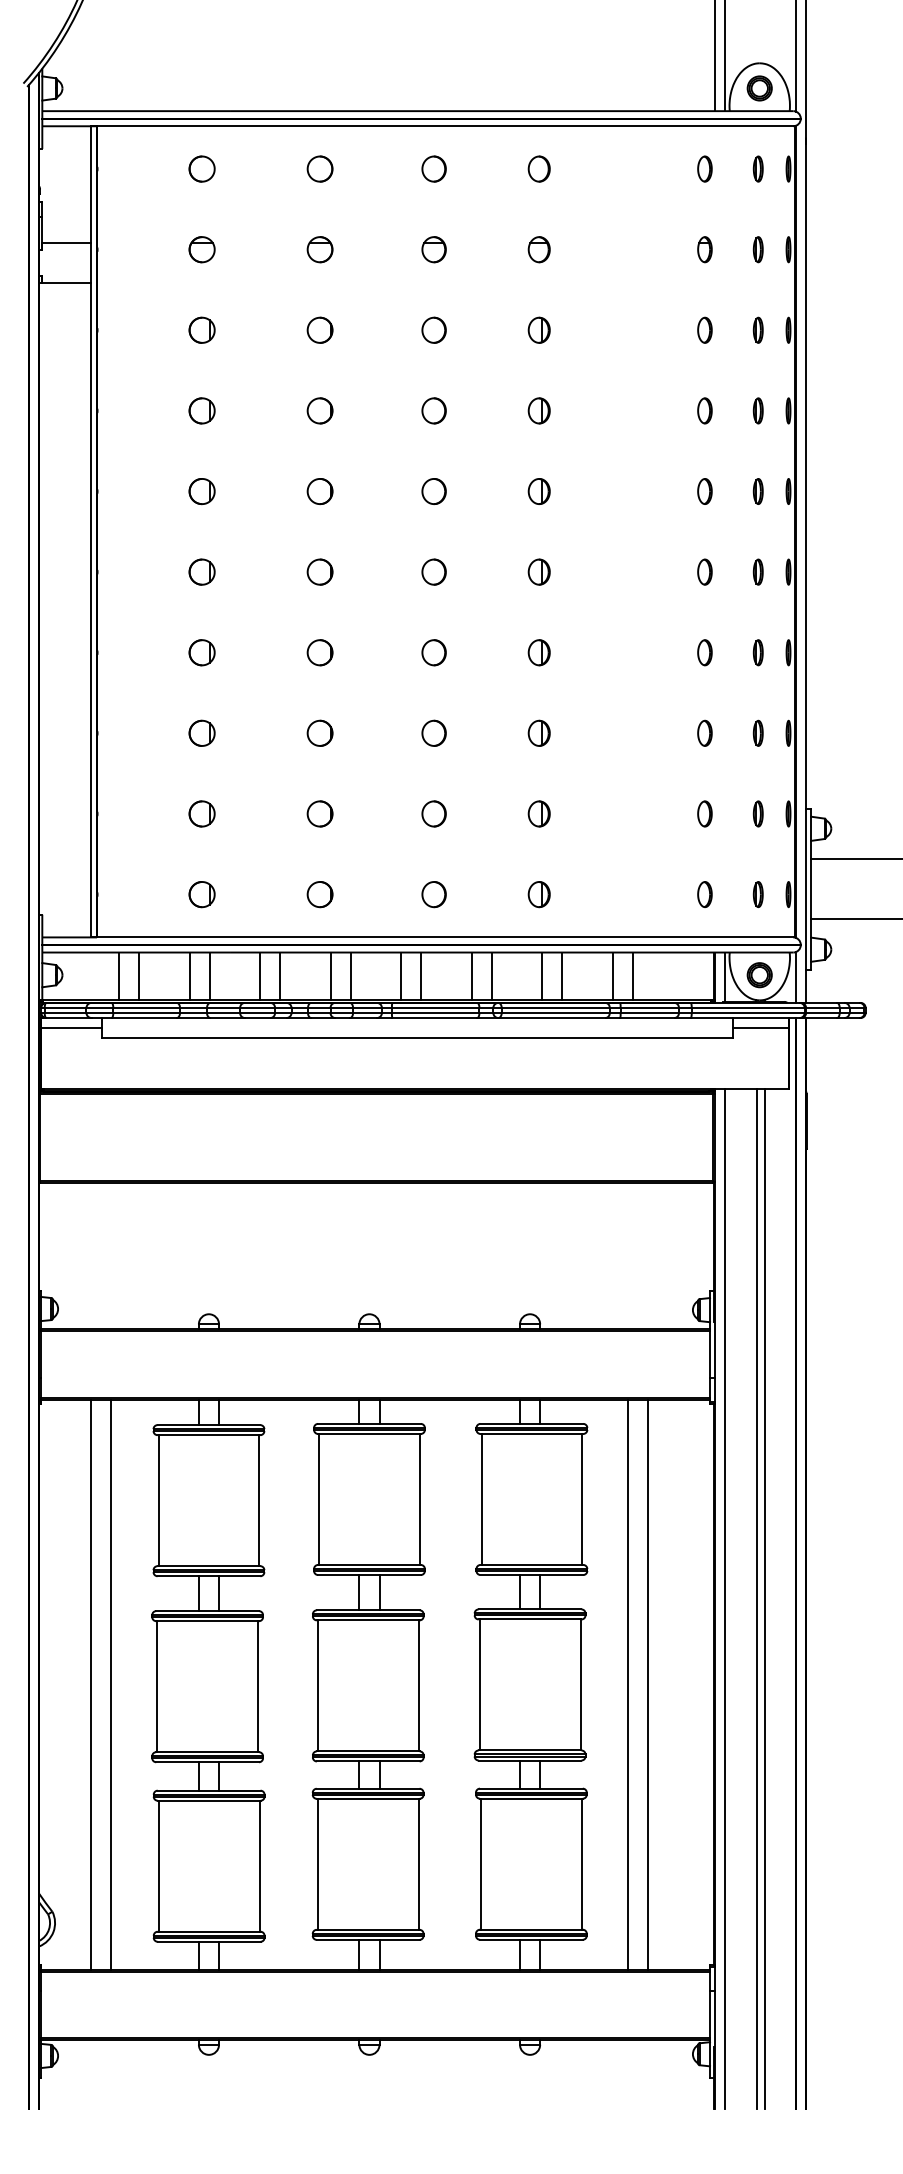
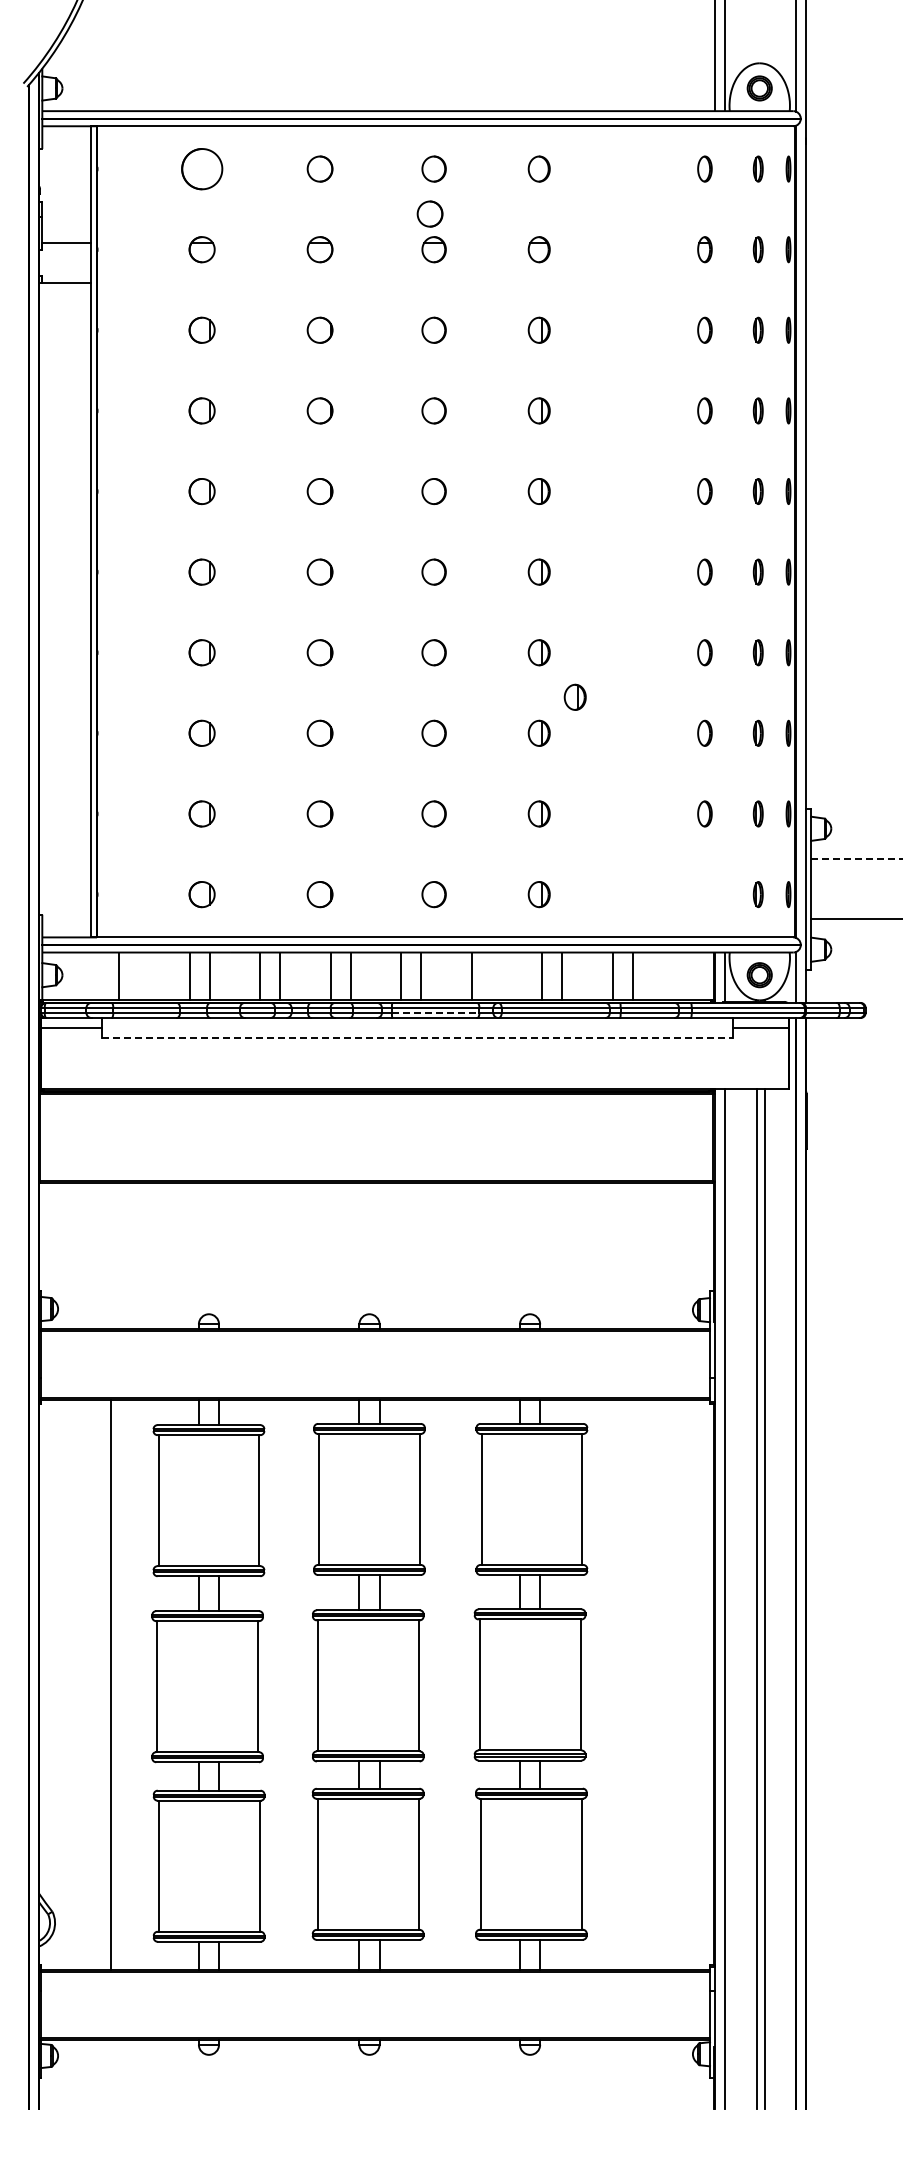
part at (201, 168) size: 28x28 px -> 43x43 px
part at (429, 213): none -> present
part at (574, 696): none -> present
line at (857, 859): solid -> dashed
part at (704, 894): present -> none
line at (139, 976): present -> none
line at (491, 976): present -> none
line at (435, 1012): solid -> dashed
line at (417, 1038): solid -> dashed
line at (91, 1684): present -> none
line at (627, 1684): present -> none
line at (647, 1684): present -> none
